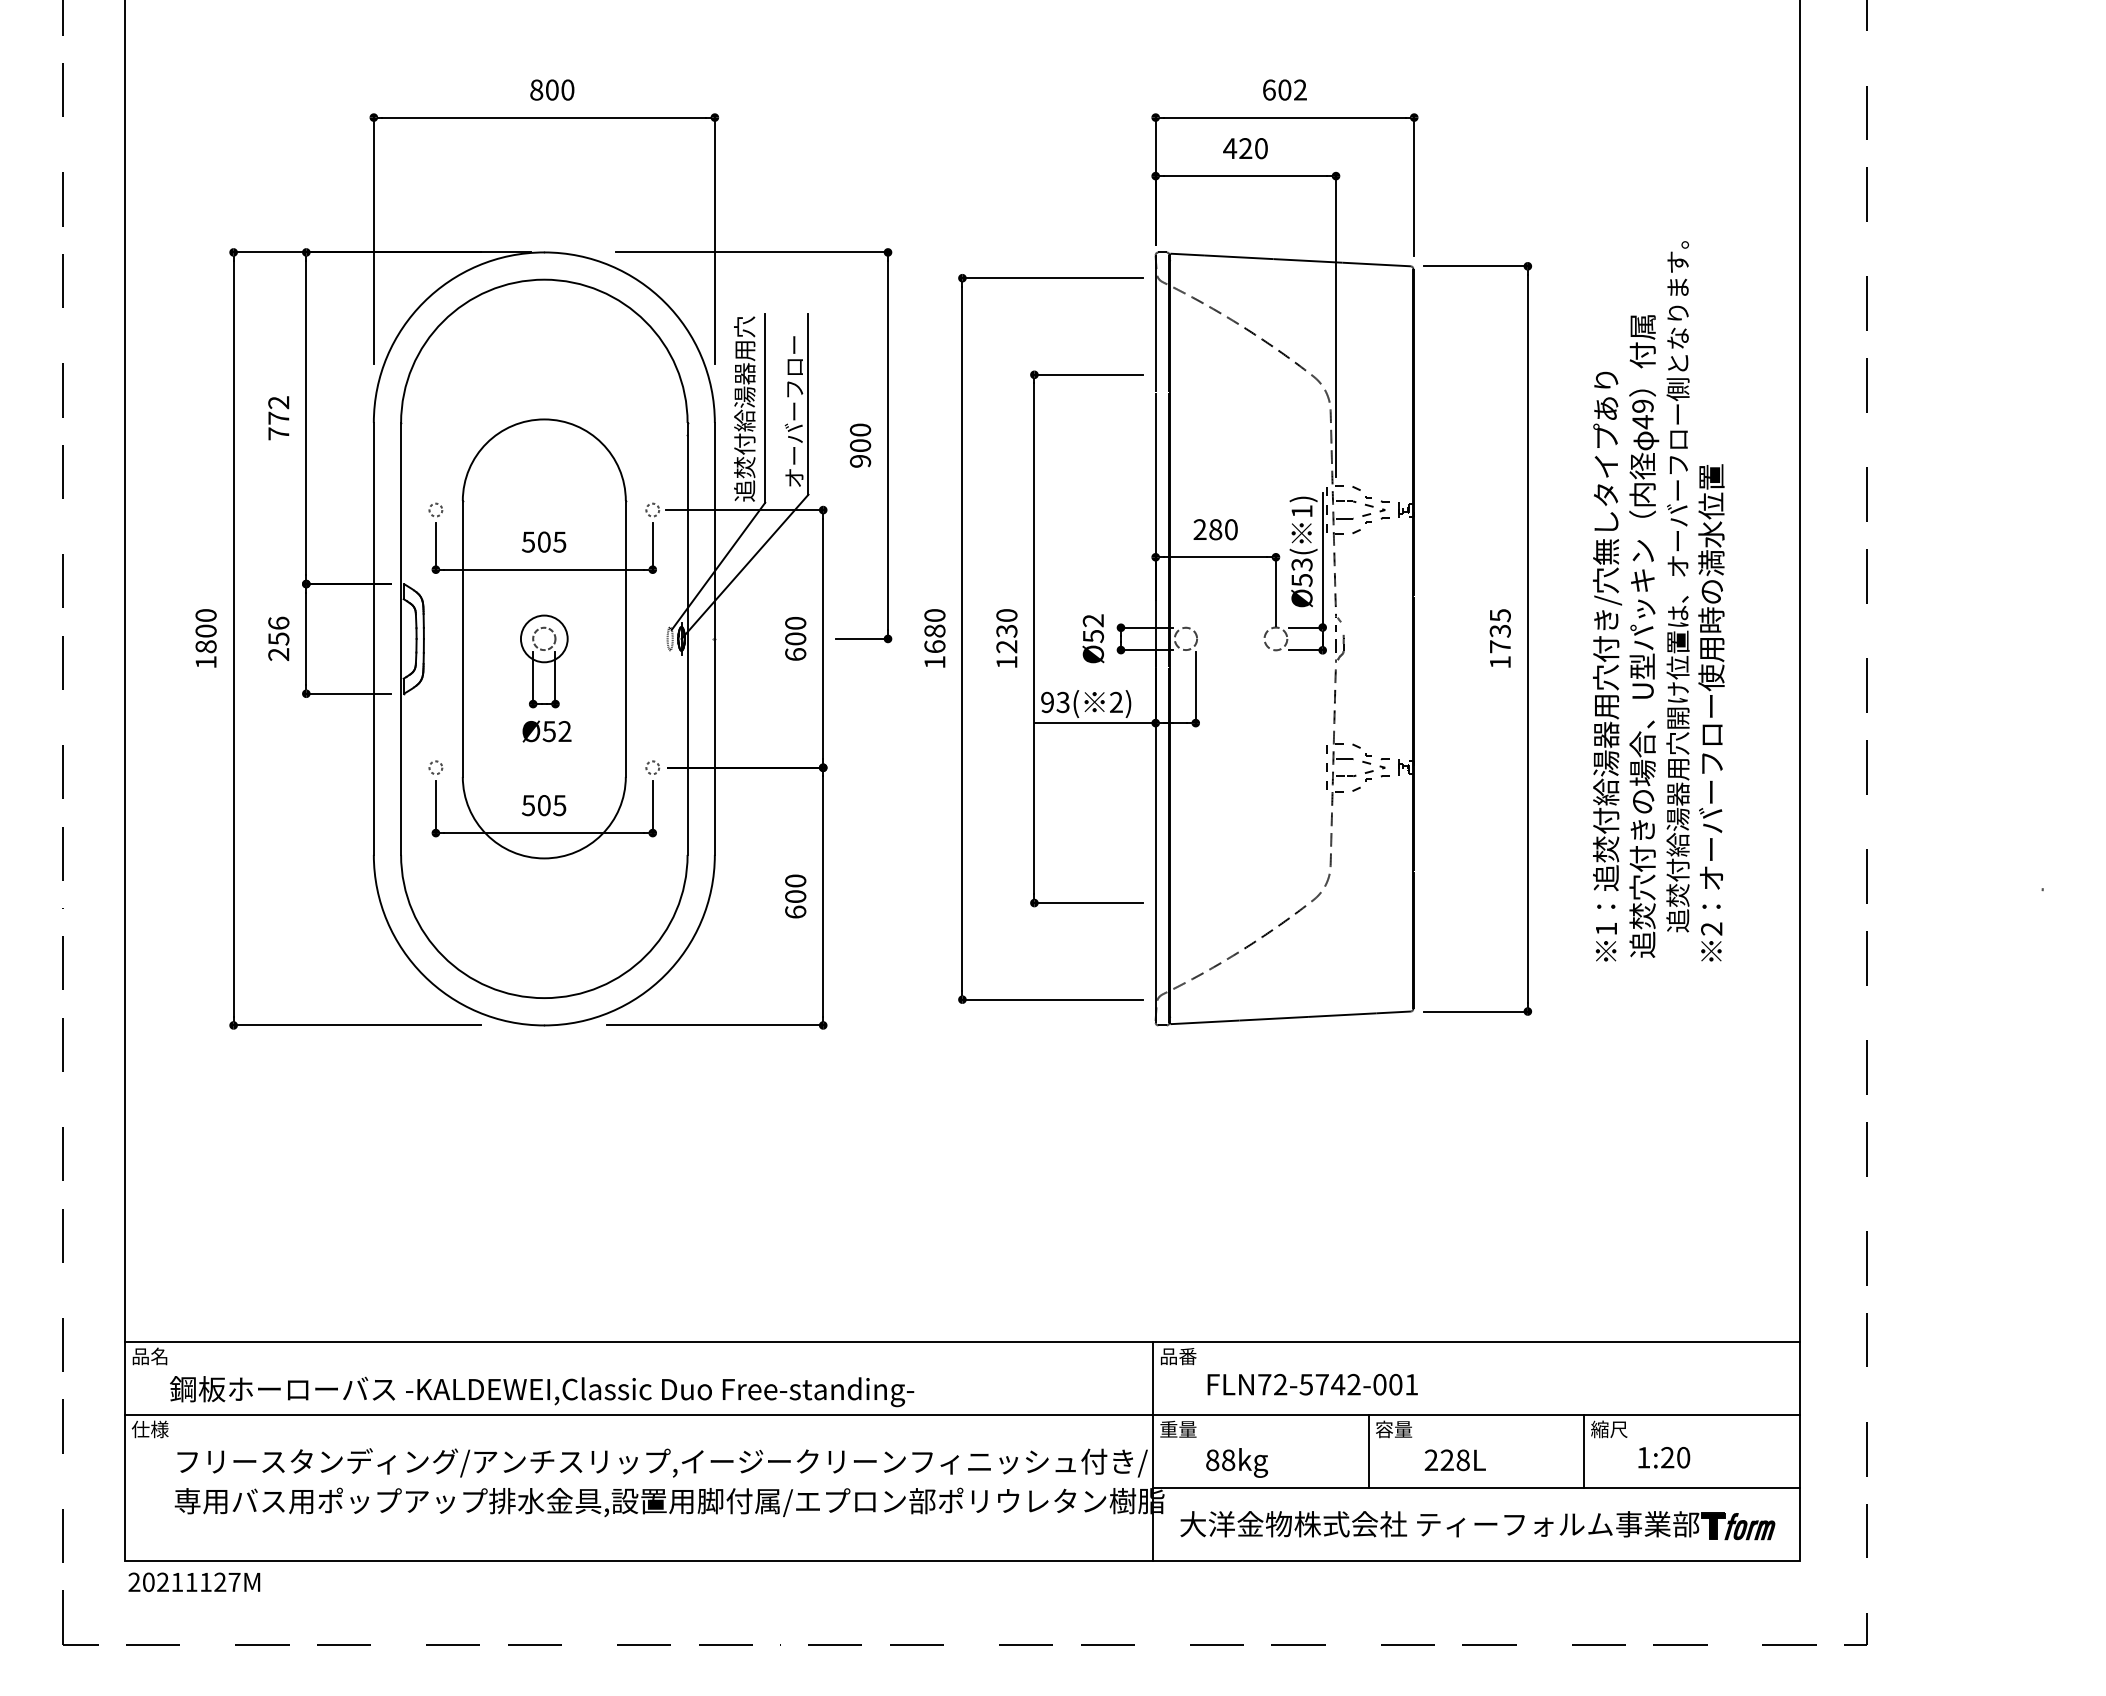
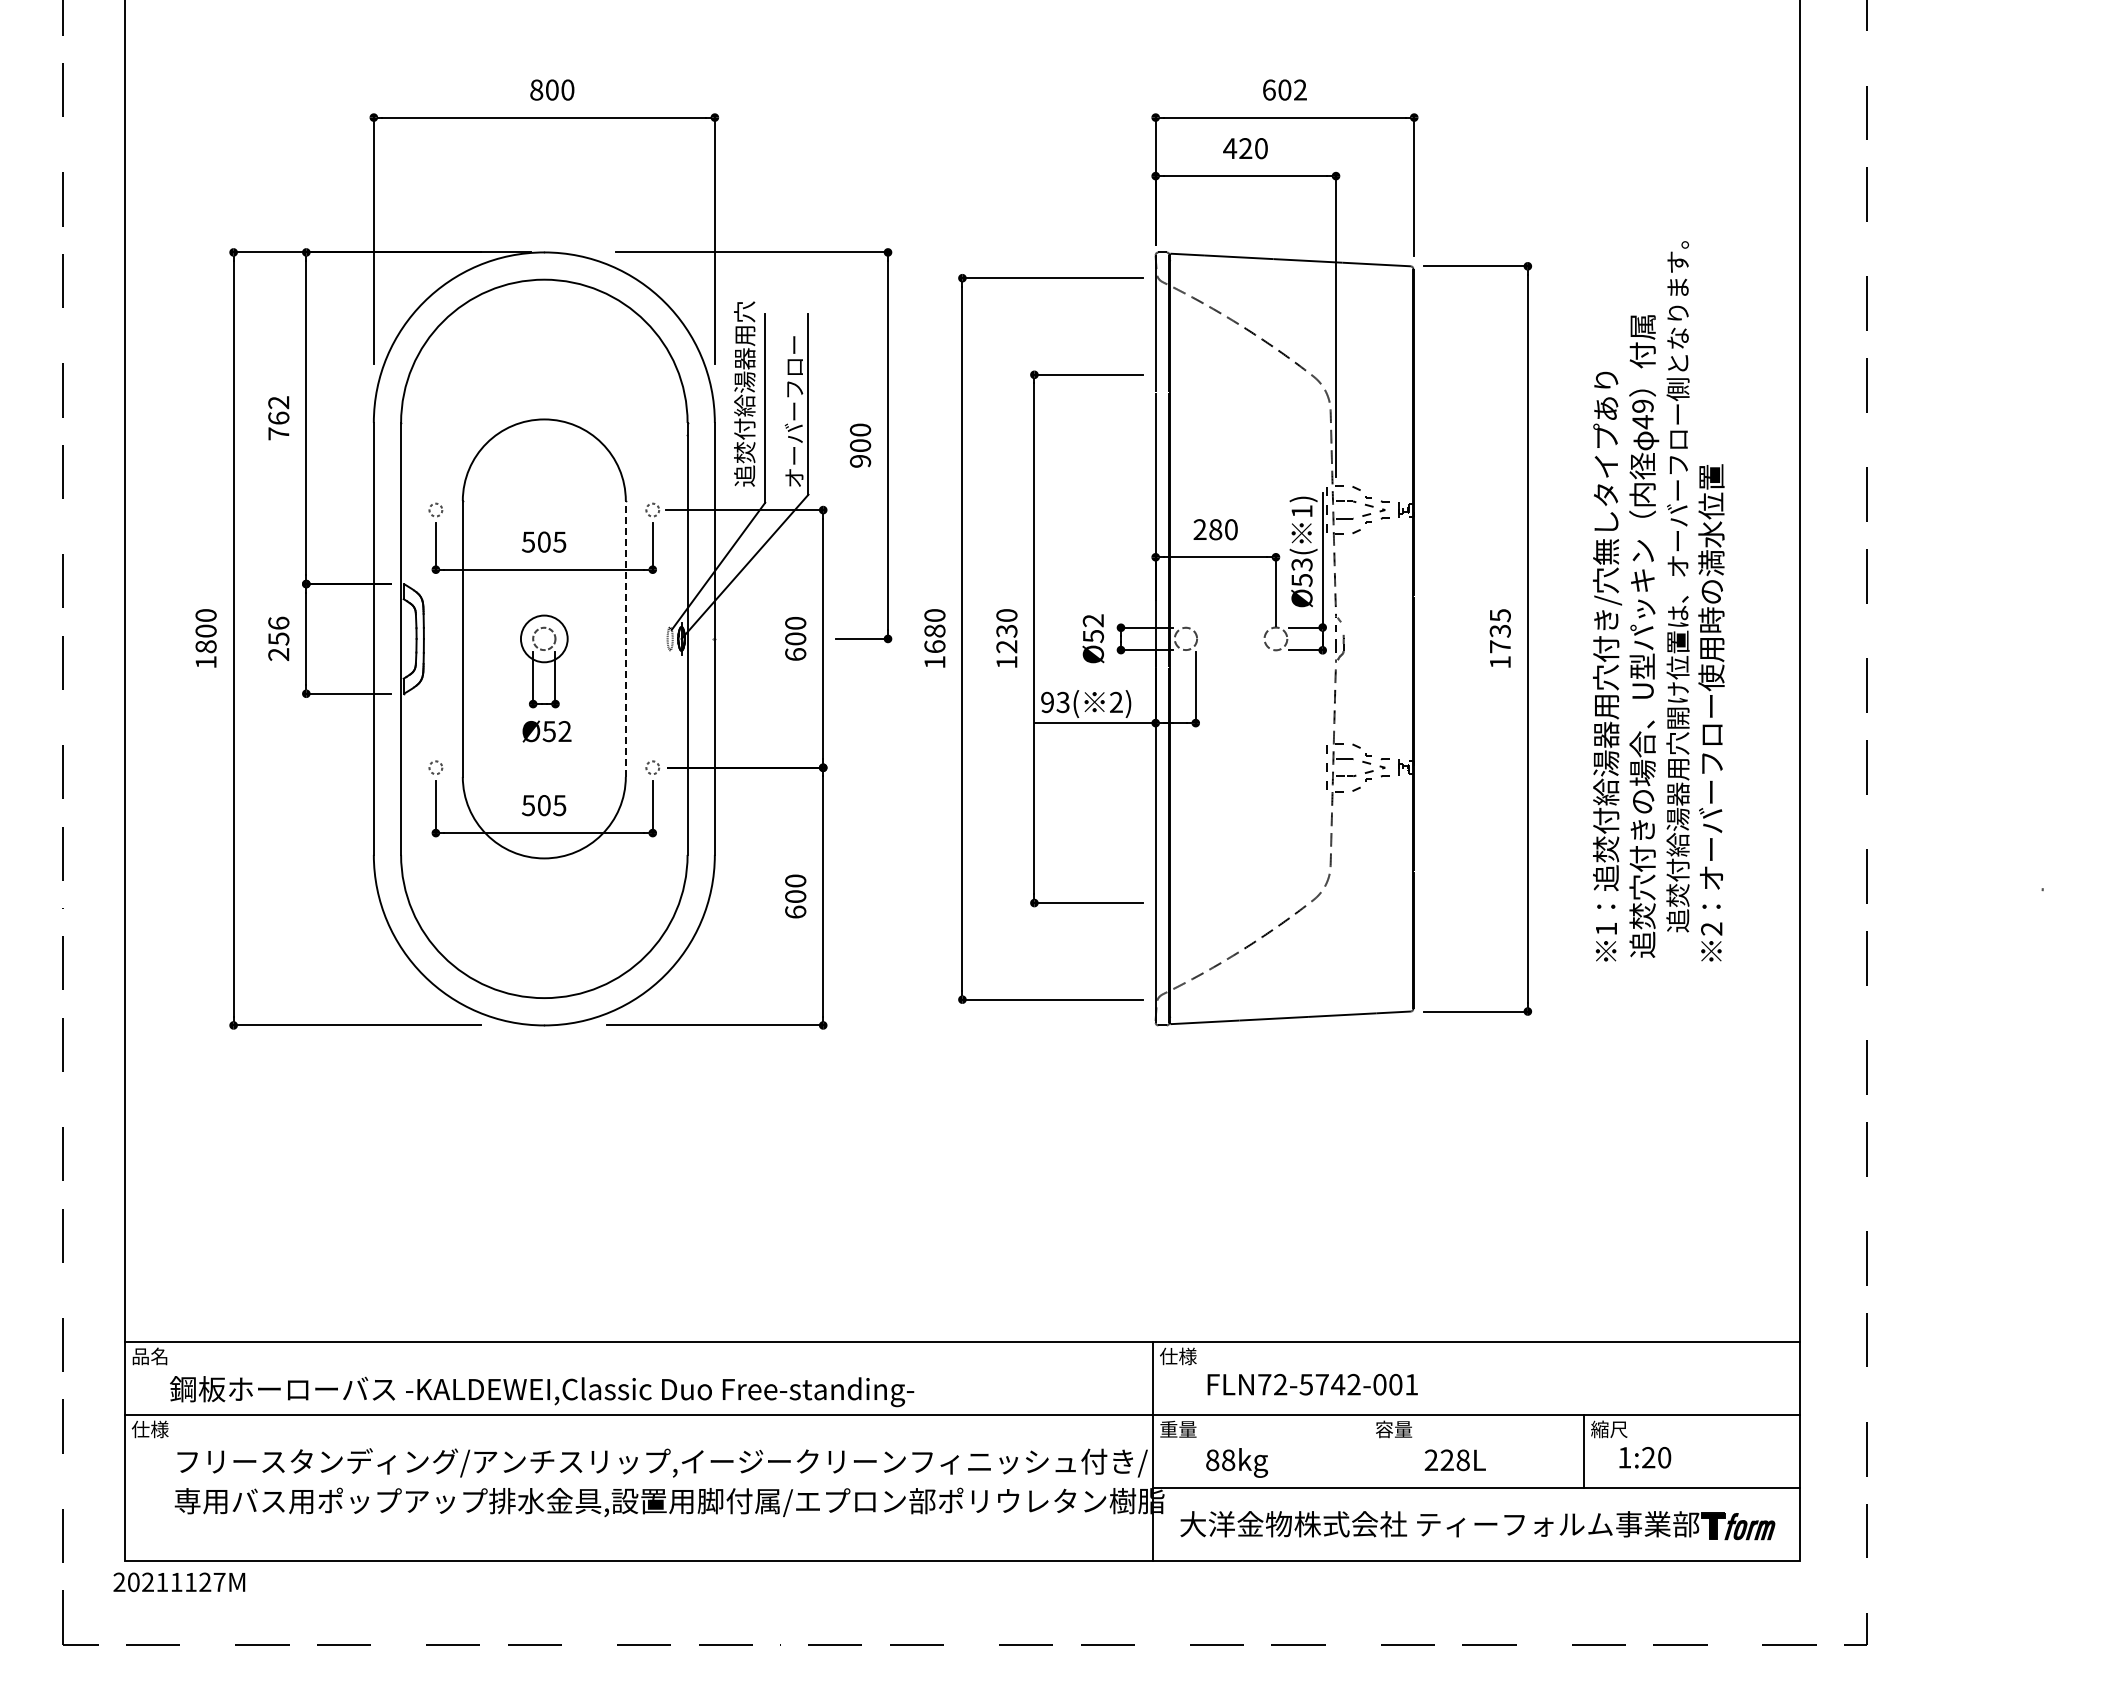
text at (744, 408) position: (744, 408) -> (744, 393)
text at (278, 417): 772 -> 762
line at (625, 638): solid -> dashed
text at (1178, 1356): 品番 -> 仕様
line at (1368, 1451): present -> none
text at (1664, 1457) position: (1664, 1457) -> (1645, 1457)
text at (194, 1581) position: (194, 1581) -> (179, 1581)
